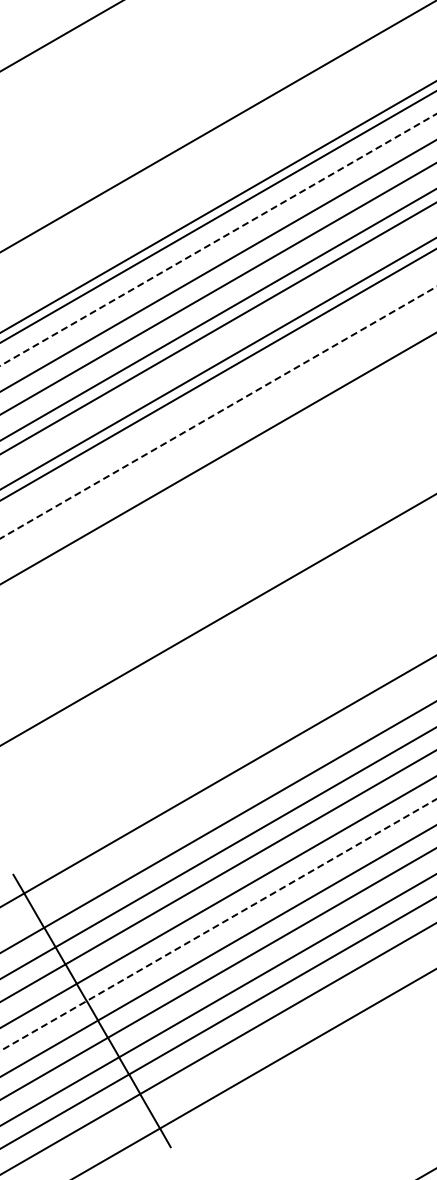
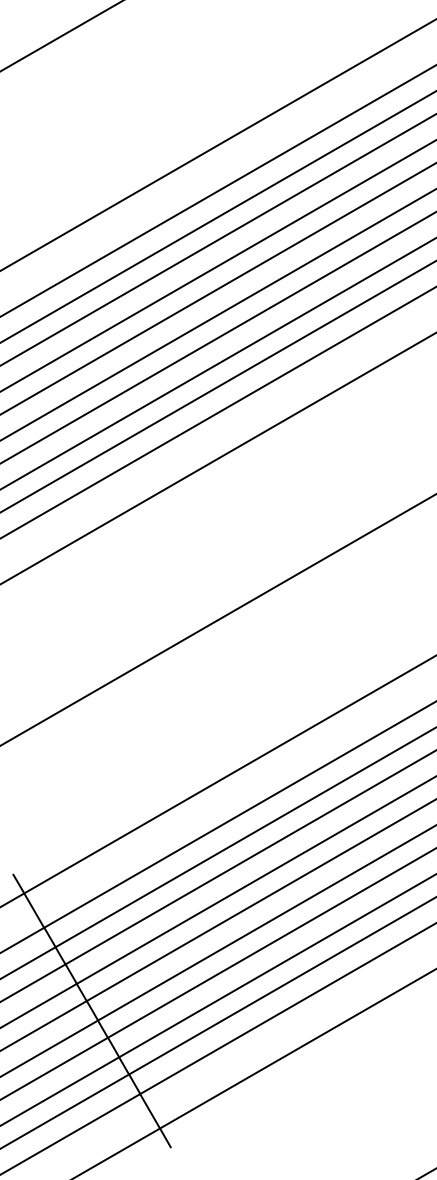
line at (217, 126) position: (217, 126) -> (217, 144)
line at (217, 206) position: (217, 206) -> (217, 190)
line at (218, 239): dashed -> solid
line at (217, 328) position: (217, 328) -> (217, 337)
line at (217, 374) position: (217, 374) -> (217, 386)
line at (218, 412): dashed -> solid
line at (218, 924): dashed -> solid
